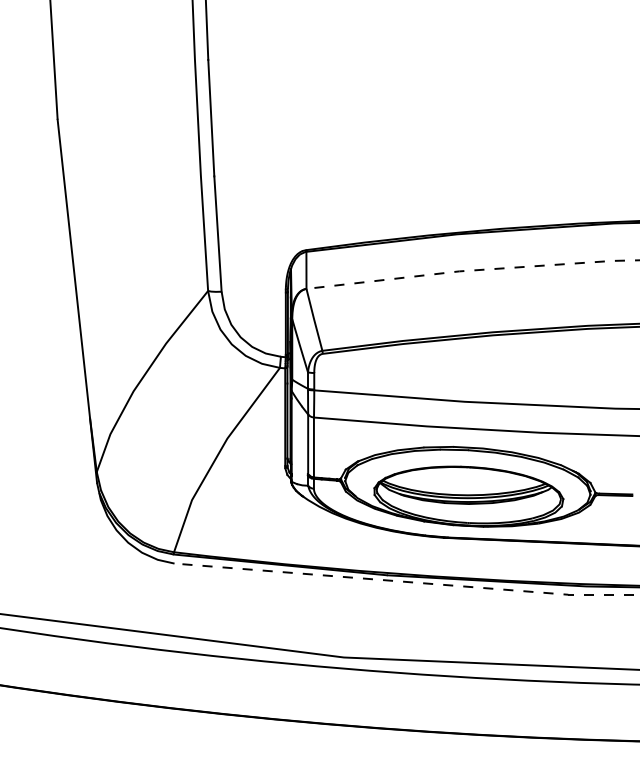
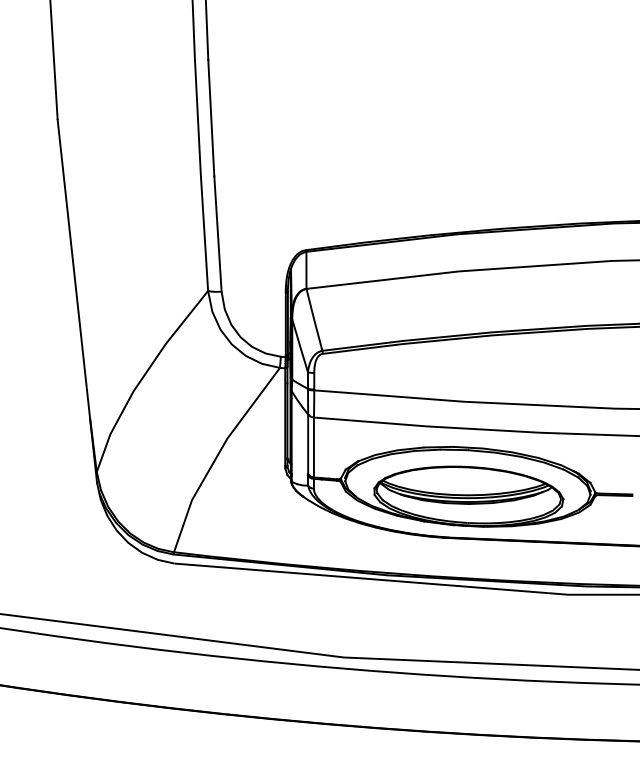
line at (472, 270): dashed -> solid
line at (407, 582): dashed -> solid
